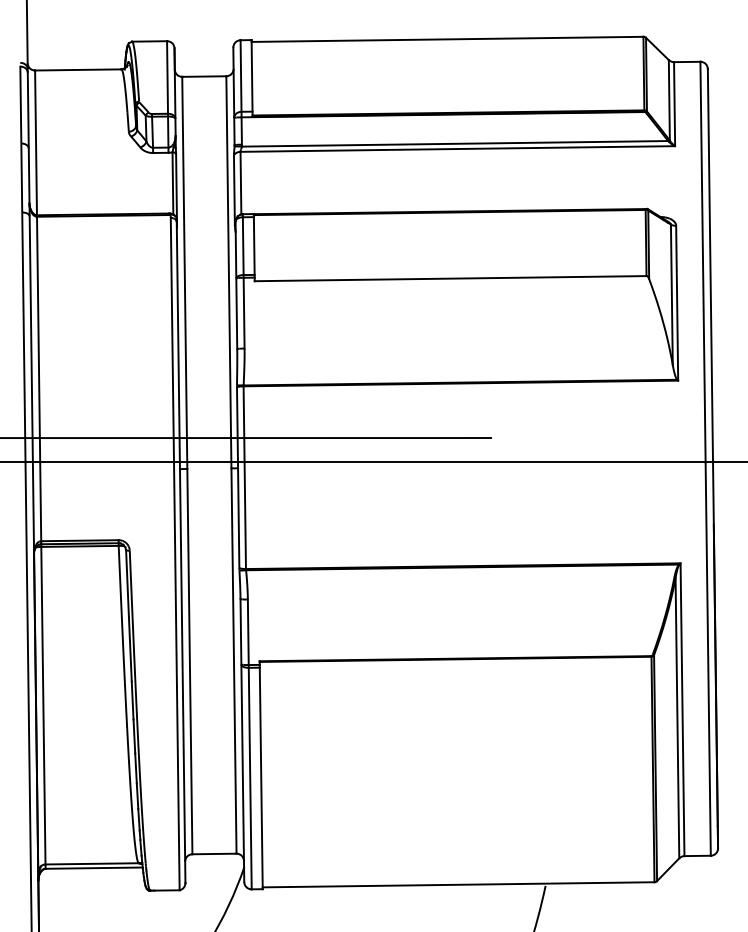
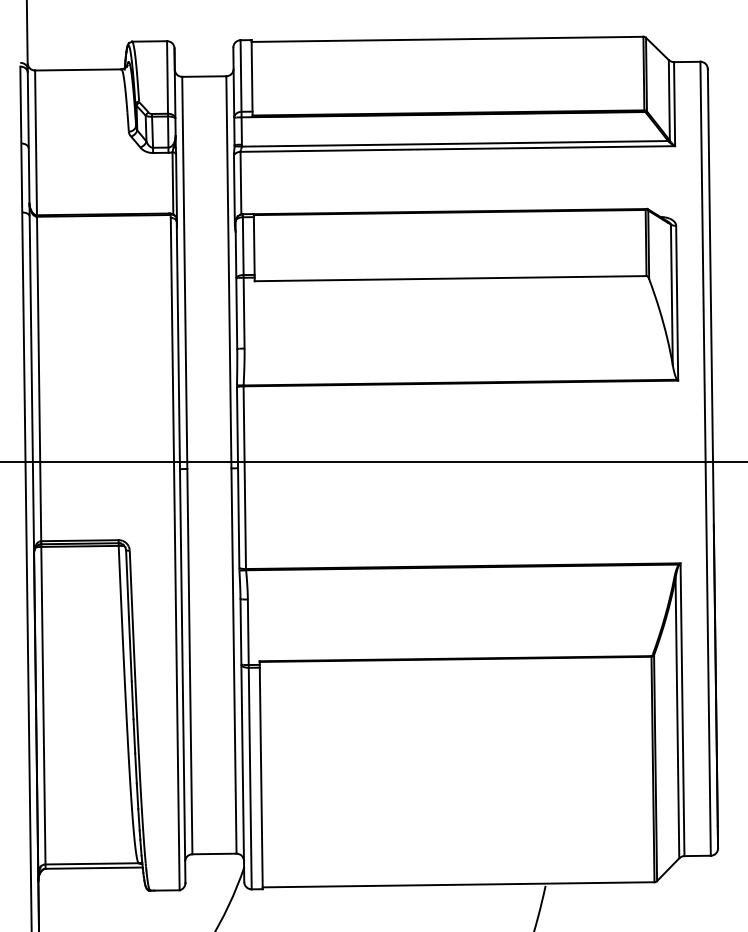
line at (247, 438): present -> none
